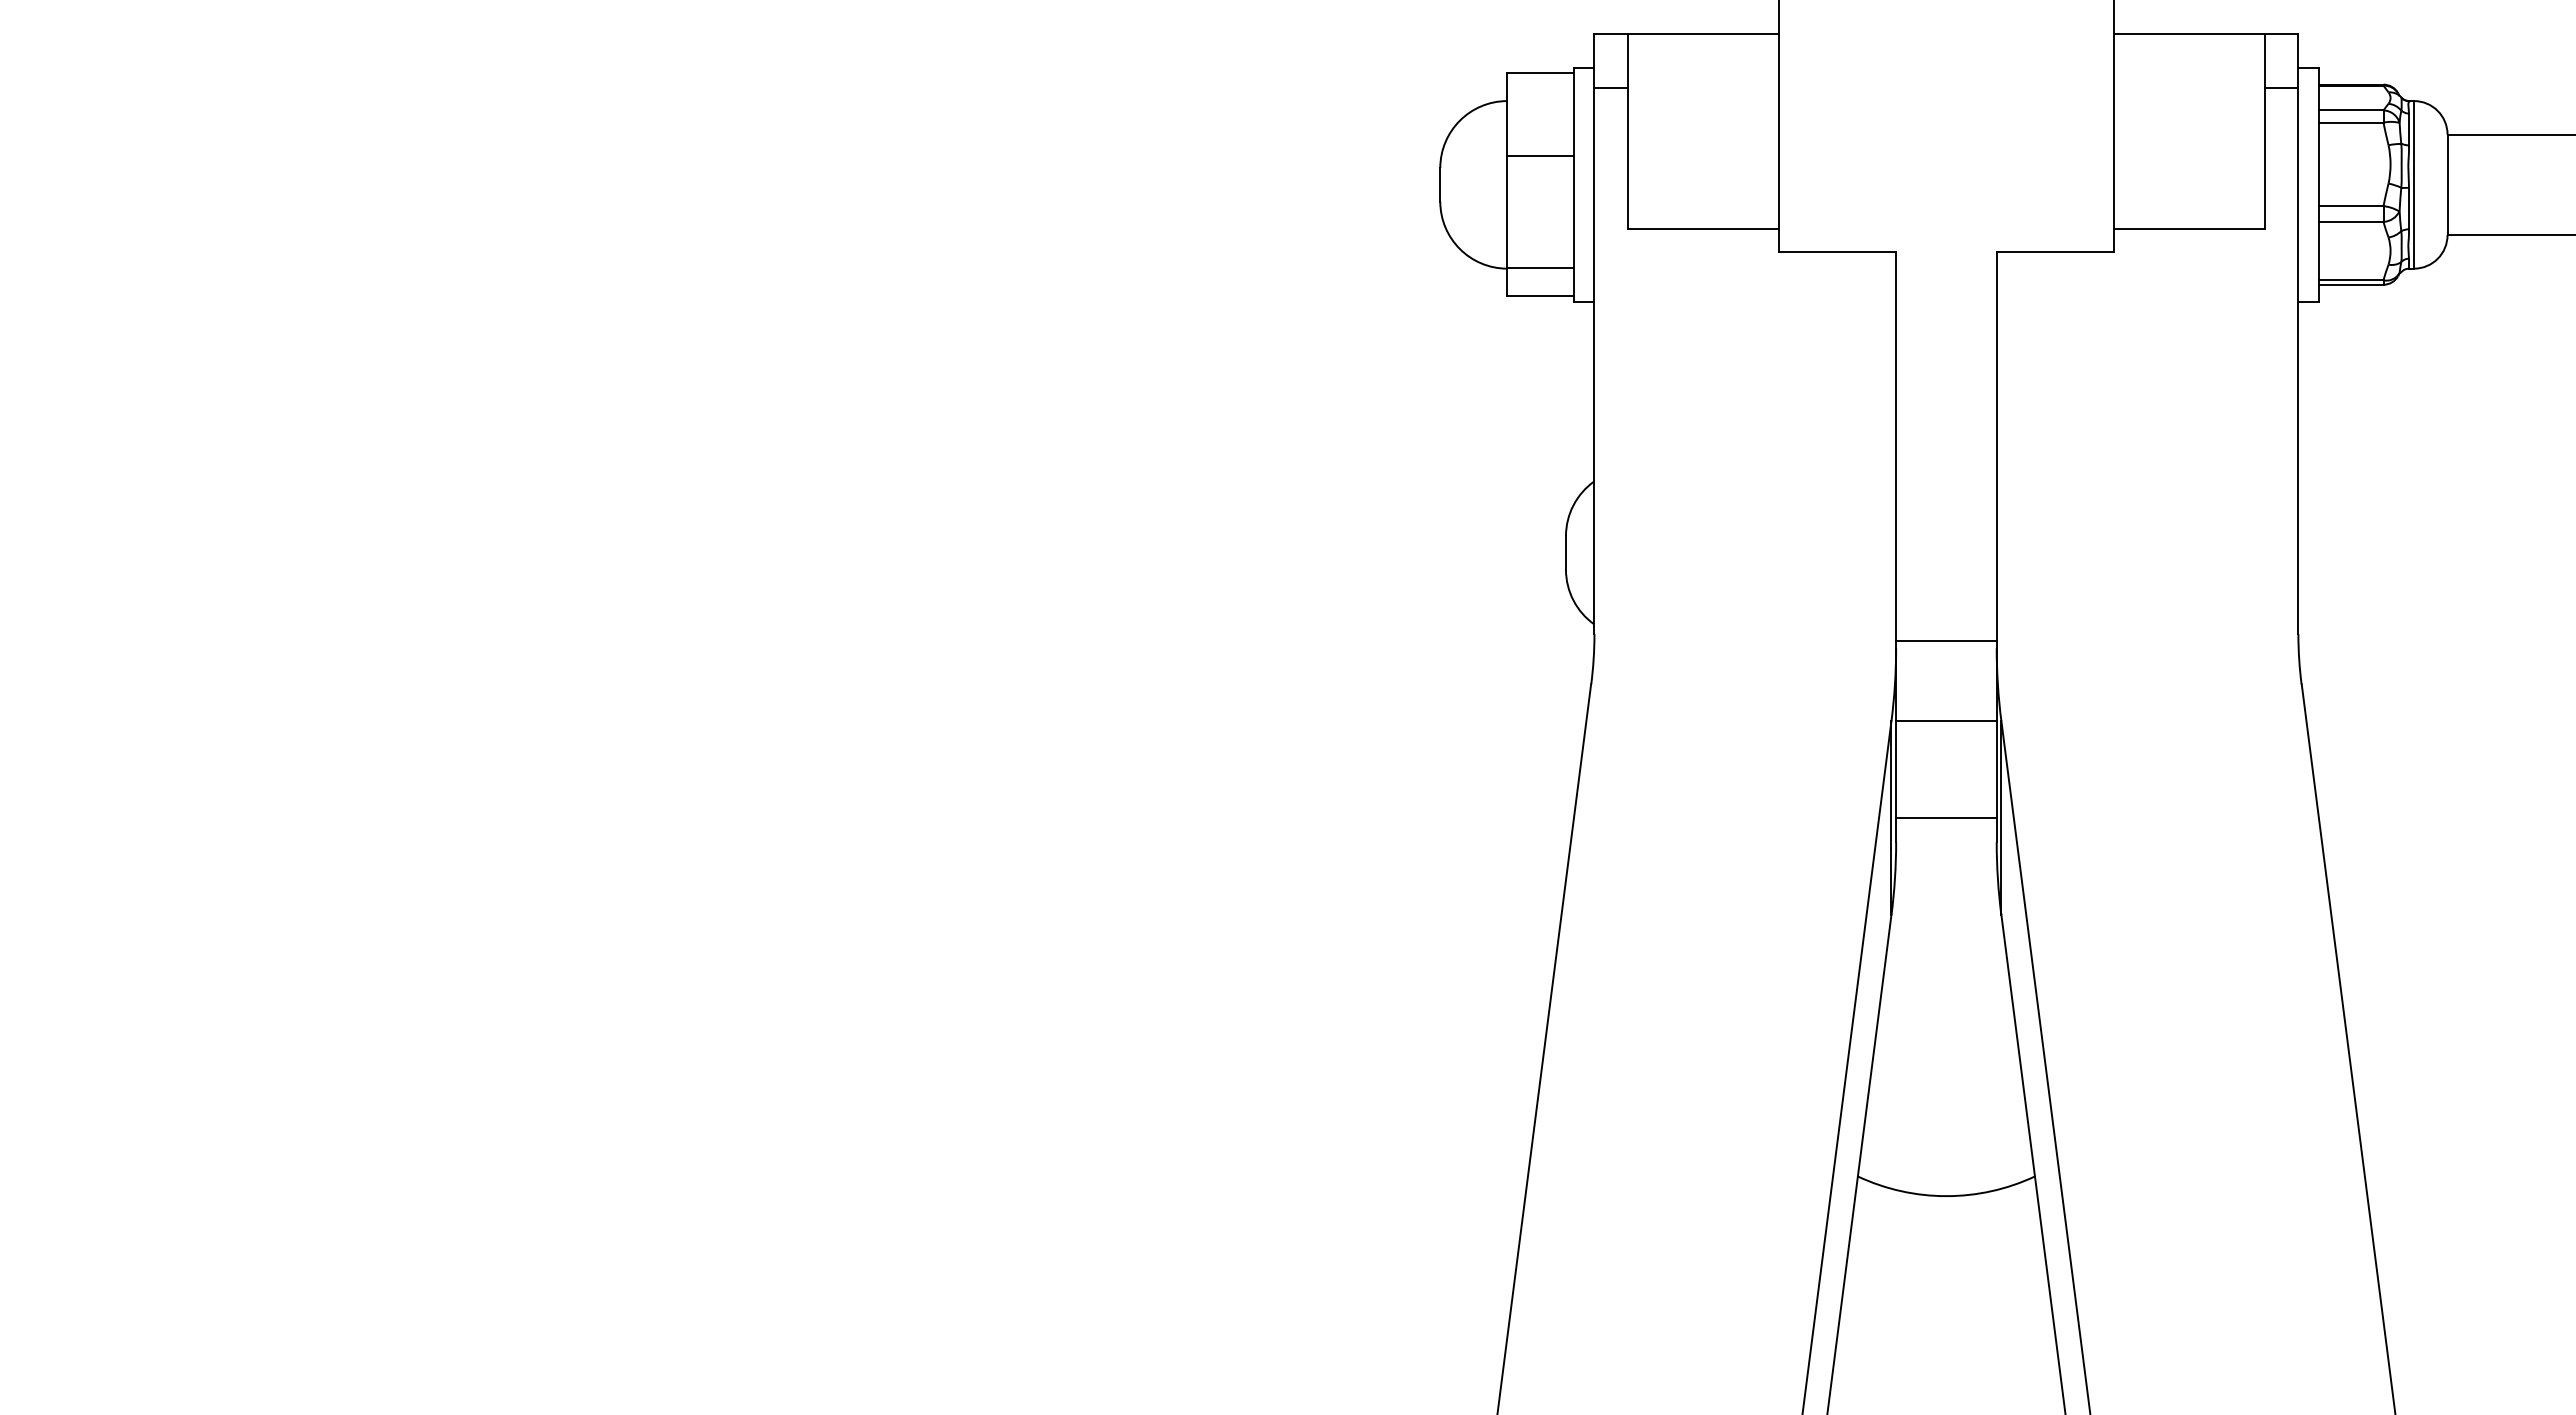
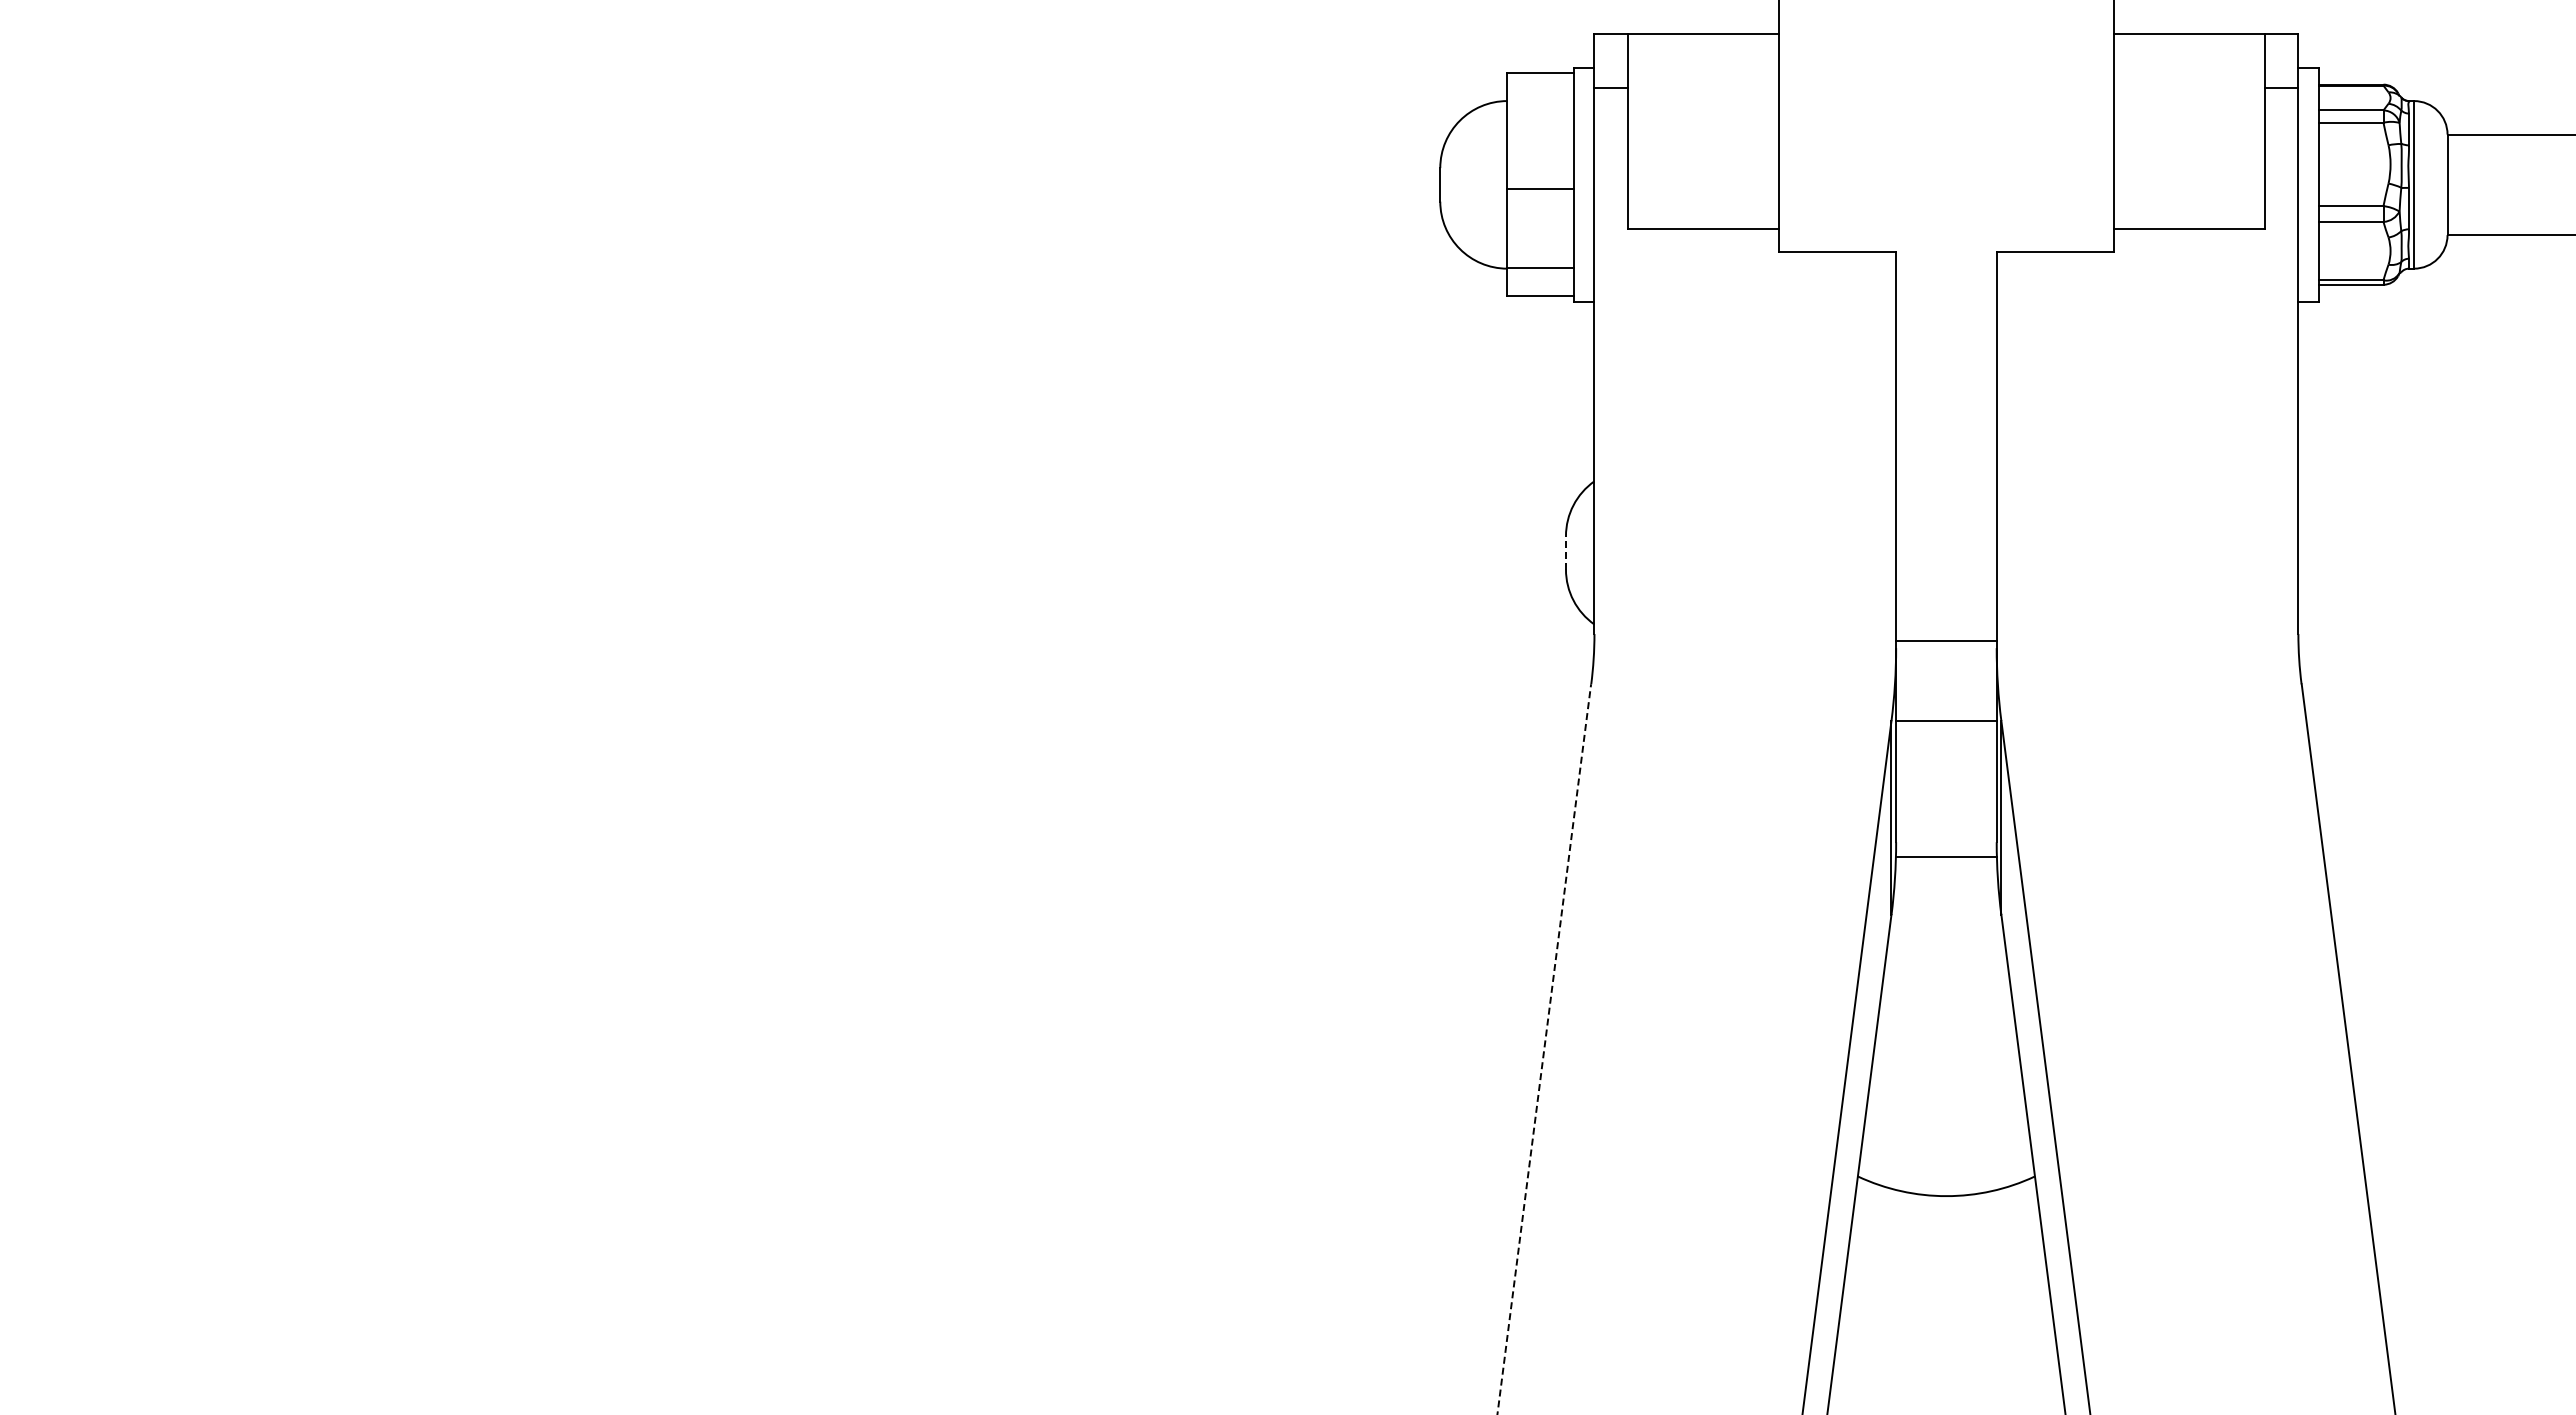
line at (1540, 156) position: (1540, 156) -> (1540, 189)
line at (1565, 552): solid -> dashed
line at (1946, 818) position: (1946, 818) -> (1946, 857)
line at (1544, 1049): solid -> dashed
